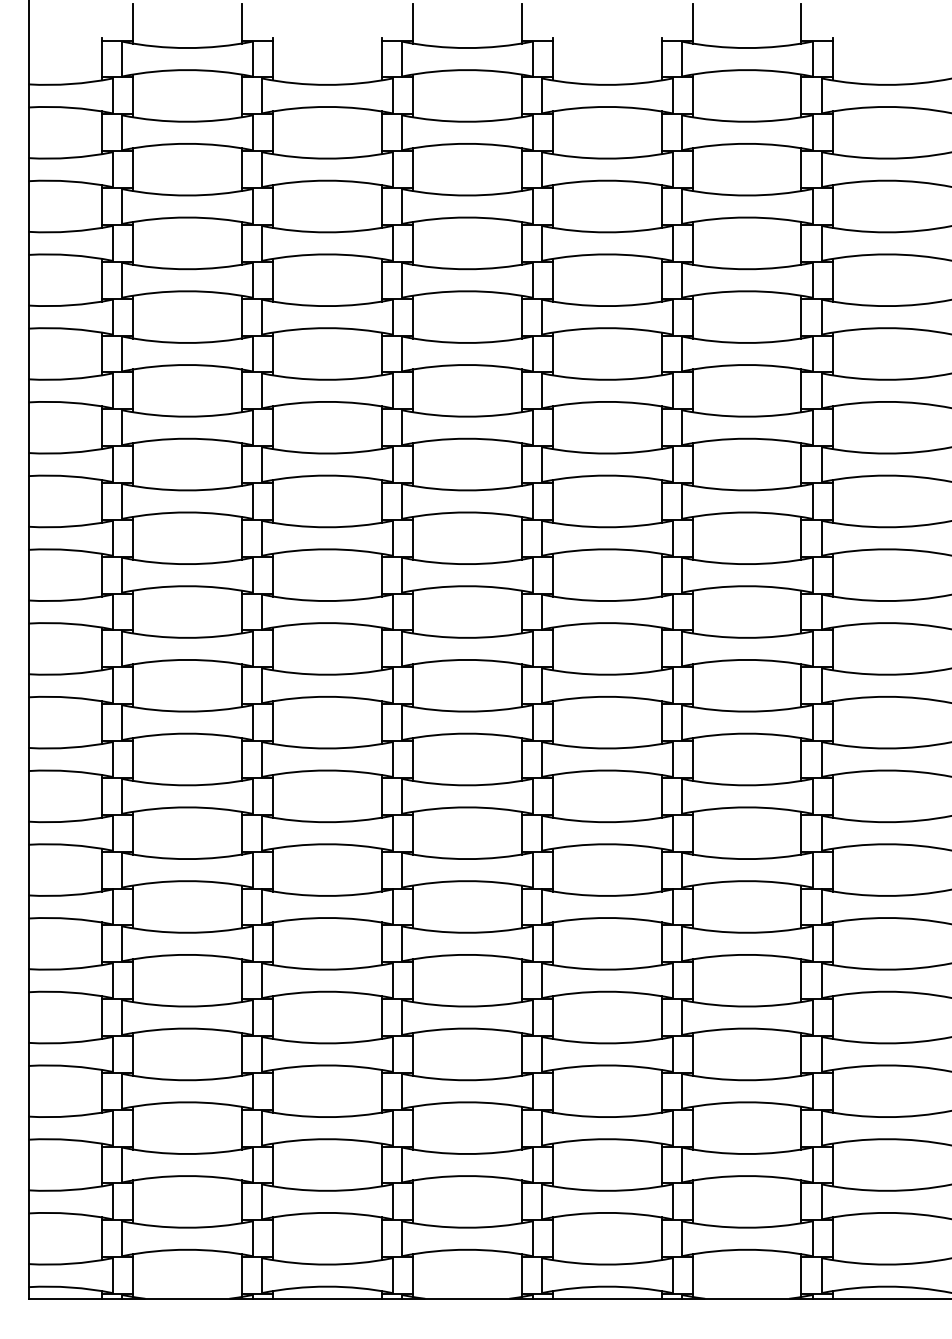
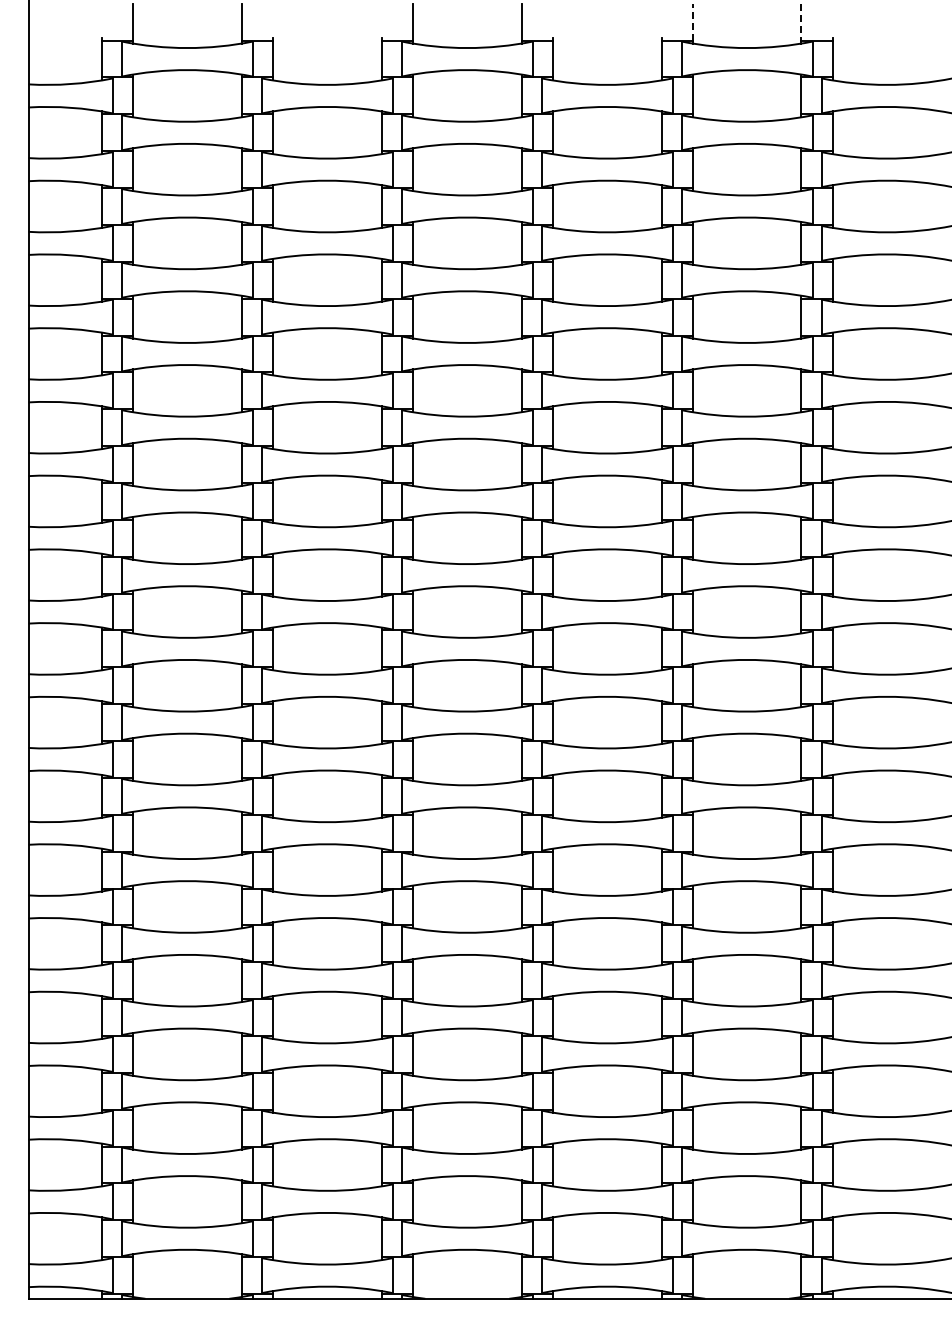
line at (692, 21): solid -> dashed
line at (801, 22): solid -> dashed
